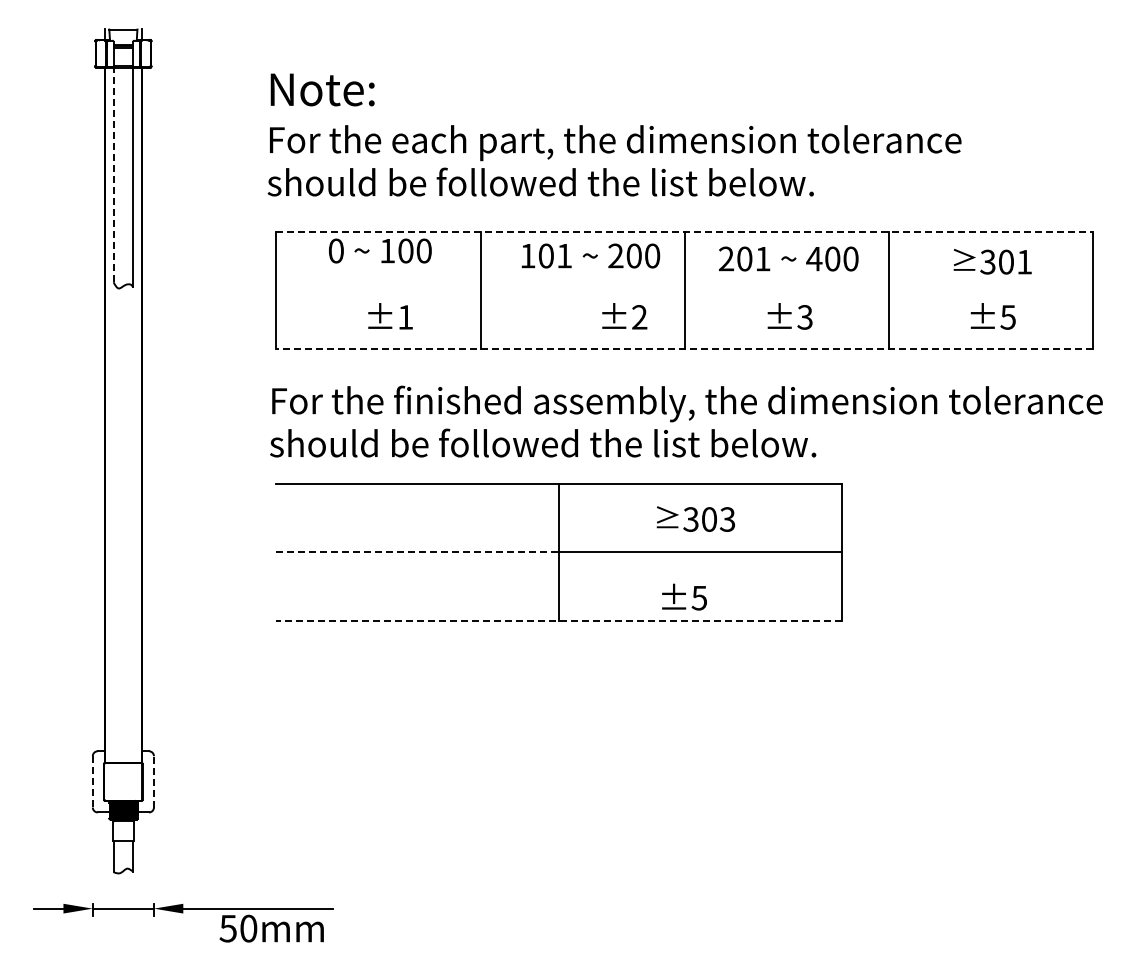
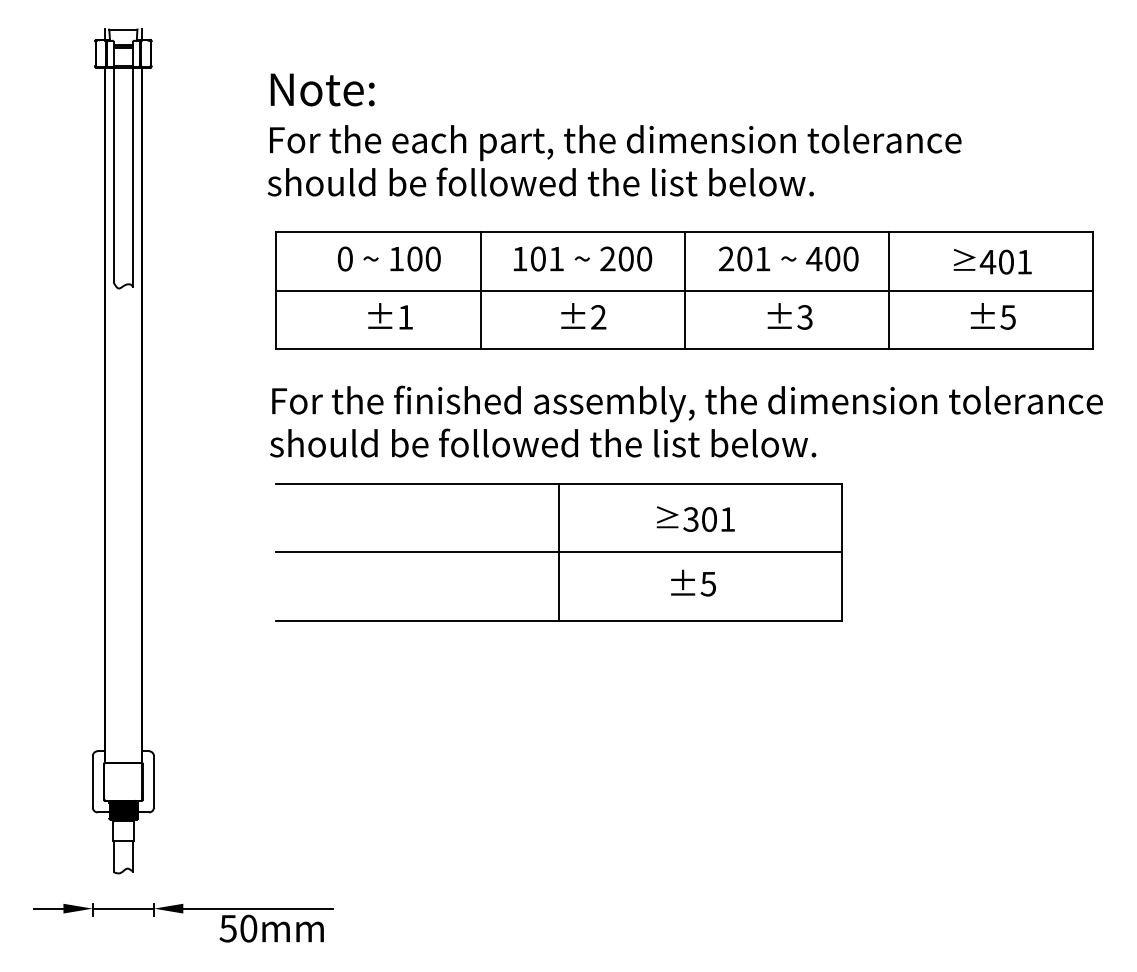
line at (113, 174): dashed -> solid
line at (685, 232): dashed -> solid
text at (380, 250) position: (380, 250) -> (389, 258)
text at (590, 255) position: (590, 255) -> (582, 258)
text at (987, 261): 301 -> 401
line at (684, 290): none -> present
text at (624, 316) position: (624, 316) -> (583, 316)
line at (684, 349): dashed -> solid
text at (727, 519): 303 -> 301
line at (418, 552): dashed -> solid
text at (684, 596) position: (684, 596) -> (693, 582)
line at (559, 620): dashed -> solid
line at (92, 781): dashed -> solid
line at (153, 781): dashed -> solid
